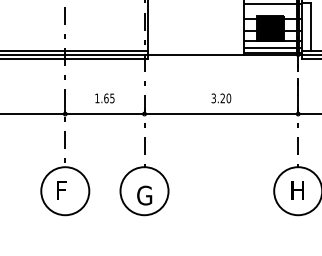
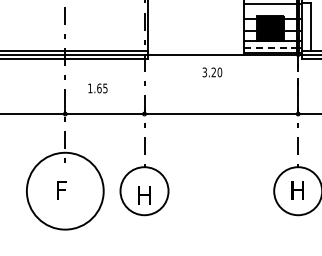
line at (271, 47): solid -> dashed
text at (104, 98) position: (104, 98) -> (97, 88)
text at (221, 98) position: (221, 98) -> (212, 72)
circle at (65, 191) diameter: 48 px -> 77 px
text at (144, 195): G -> H
